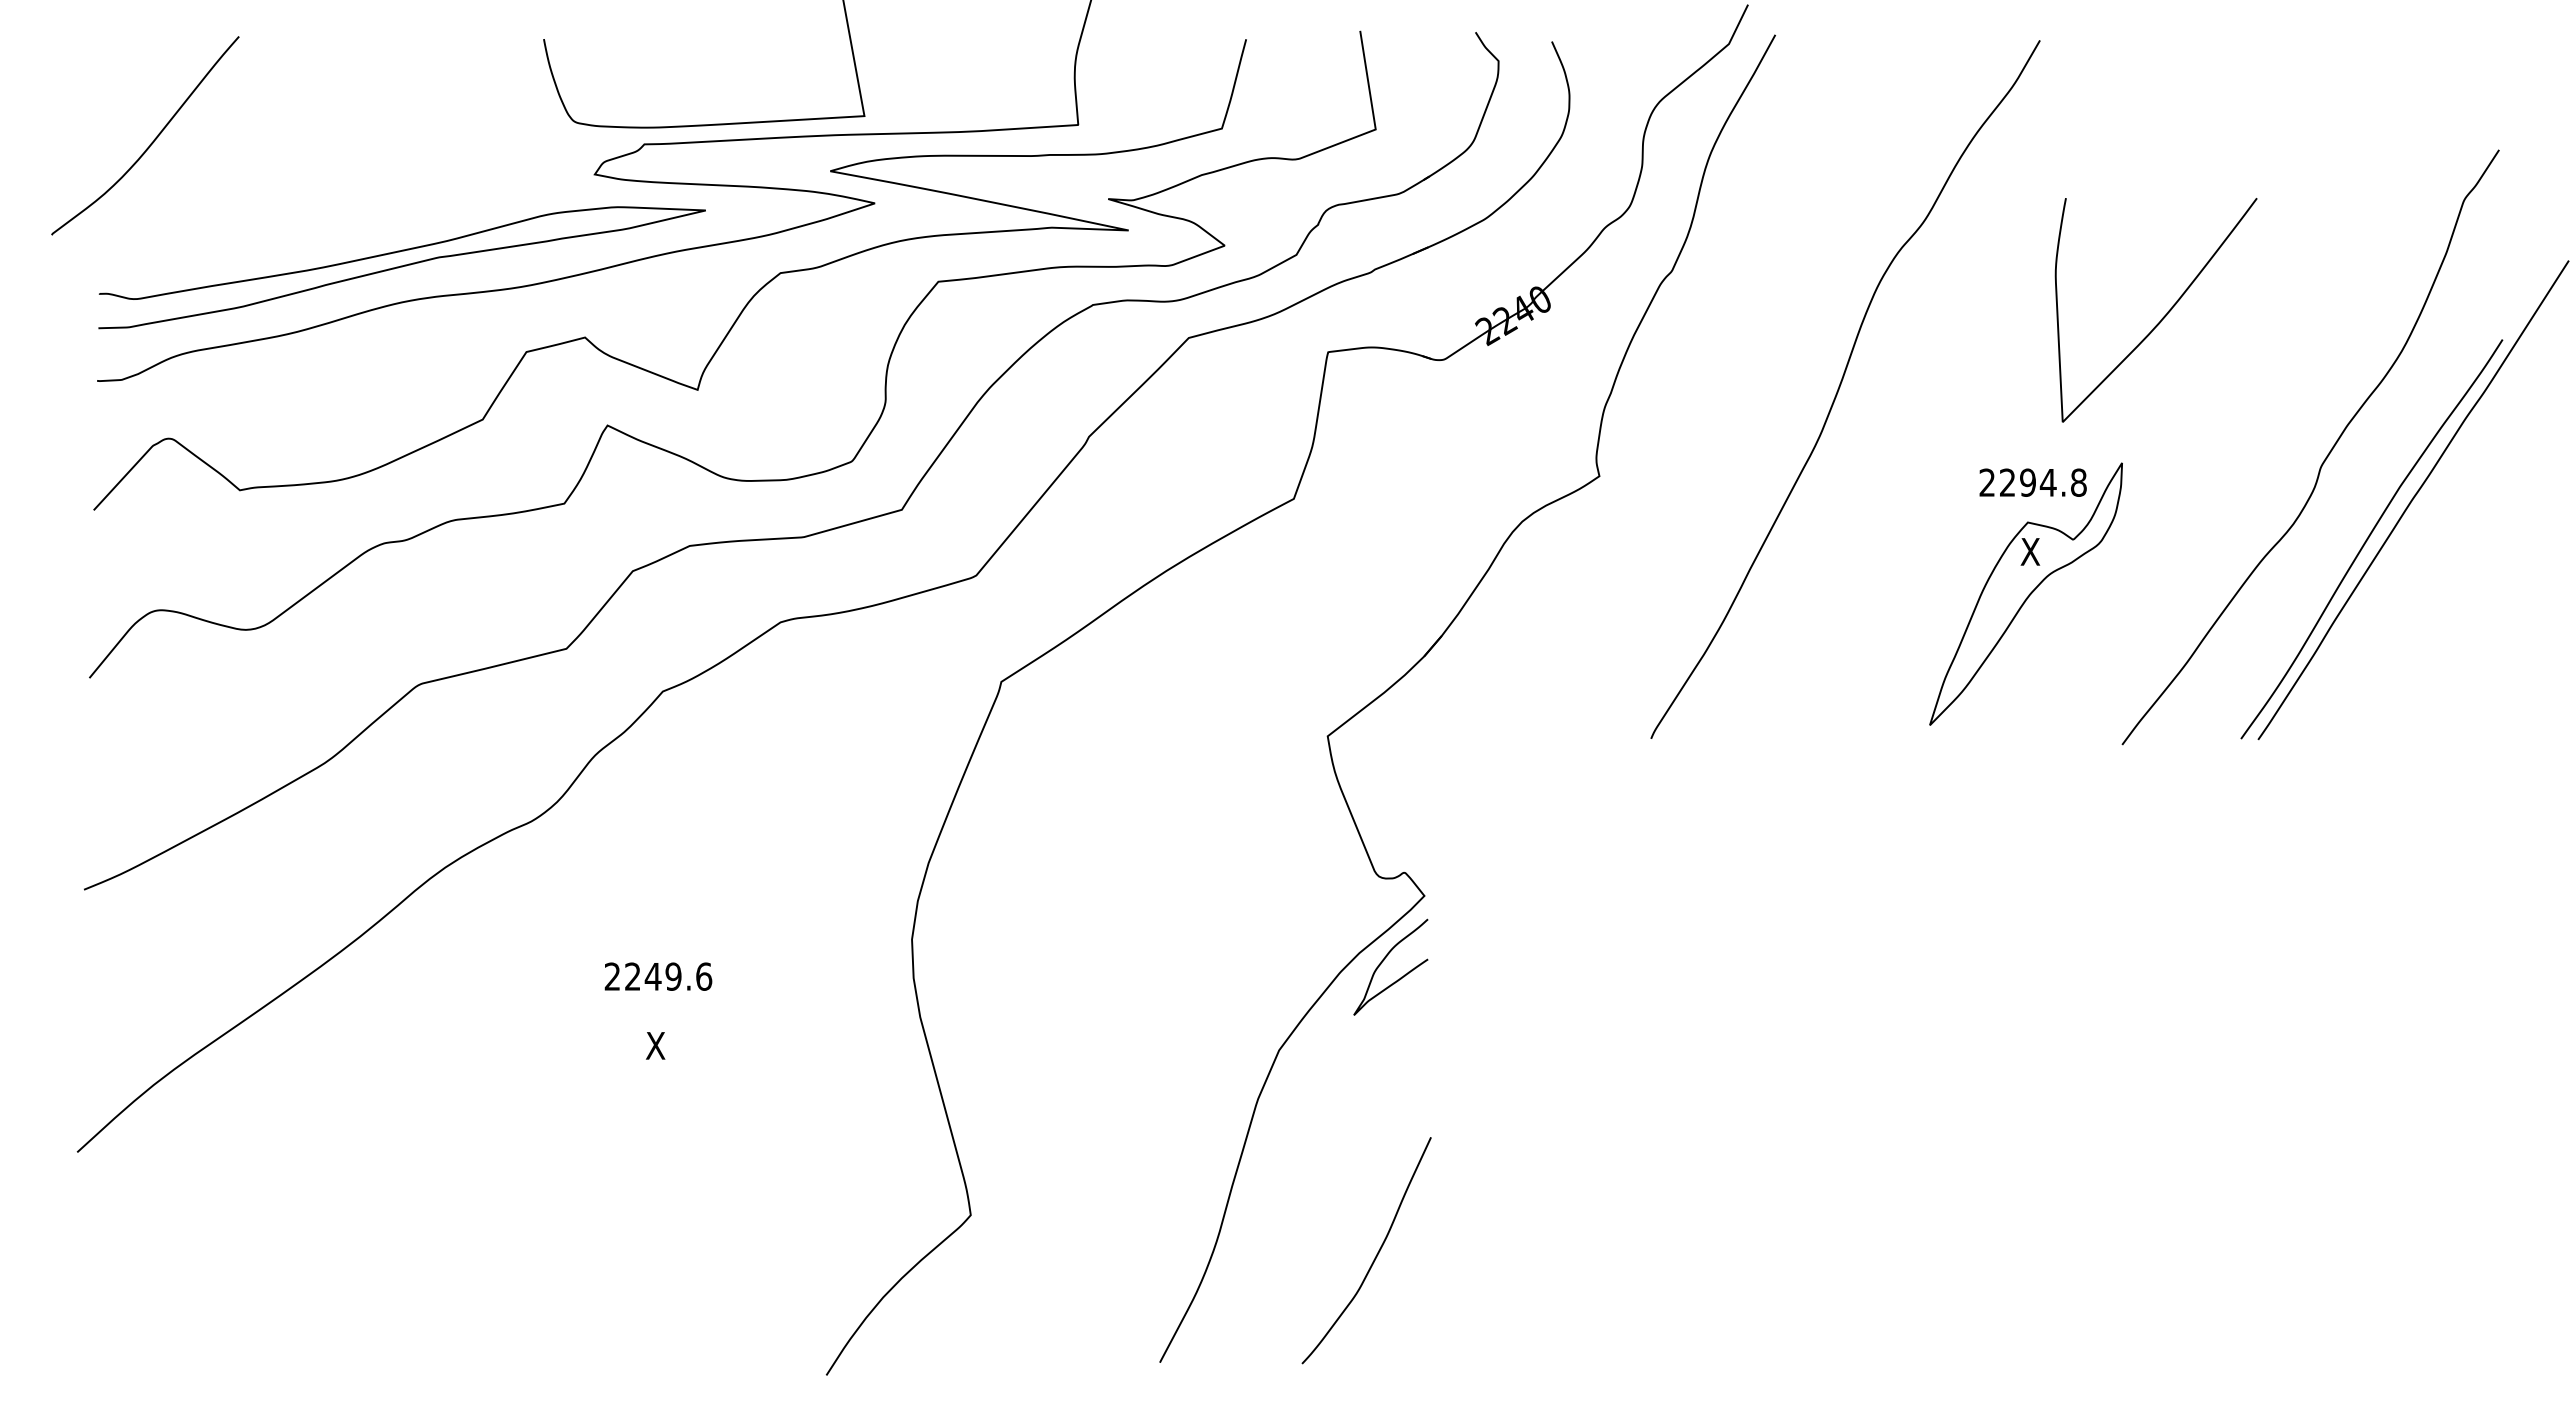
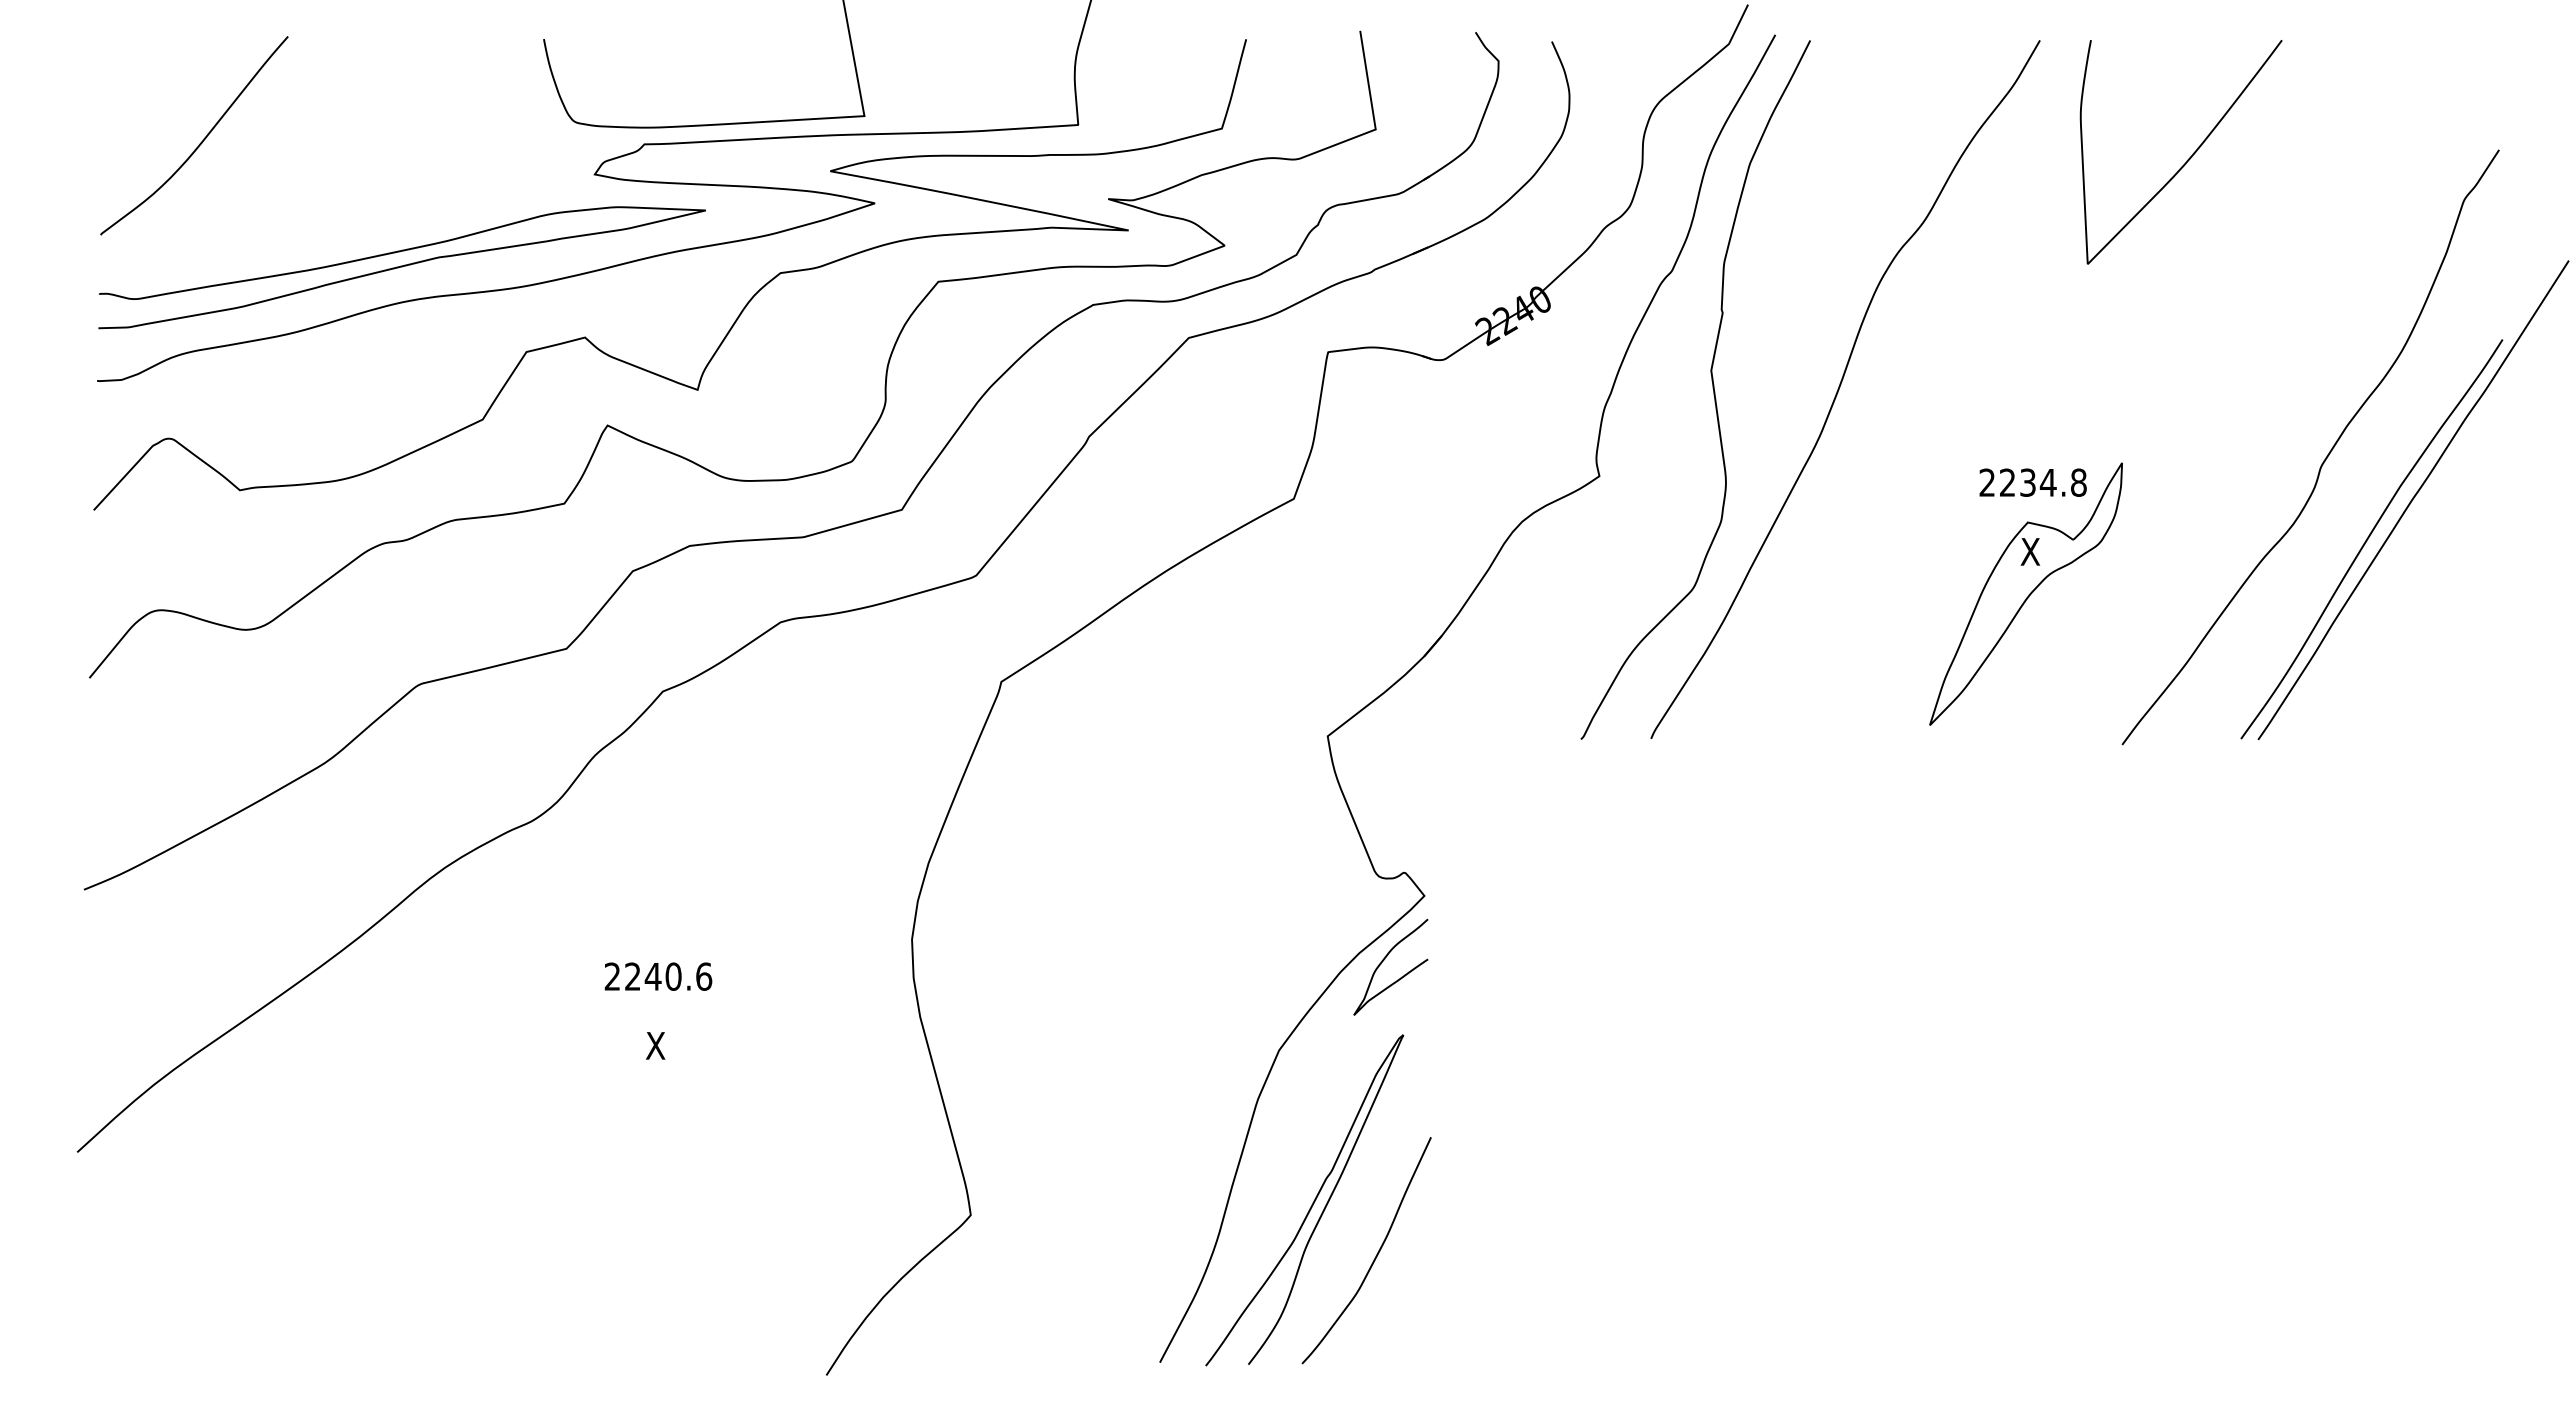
curve at (152, 141) position: (152, 141) -> (201, 141)
curve at (2162, 317) position: (2162, 317) -> (2187, 159)
curve at (1712, 388): none -> present
text at (2027, 482): 2294.8 -> 2234.8
text at (673, 976): 2249.6 -> 2240.6
curve at (1311, 1204): none -> present
